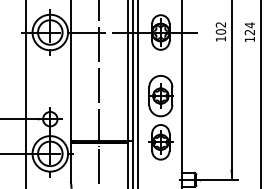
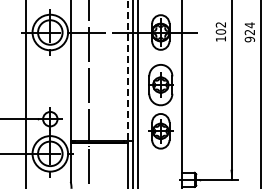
text at (249, 39): 124 -> 924
line at (128, 70): solid -> dashed
line at (99, 93) position: (99, 93) -> (89, 93)
part at (160, 117) position: (160, 117) -> (160, 106)
